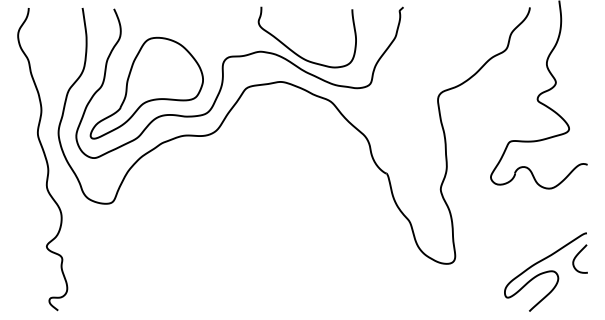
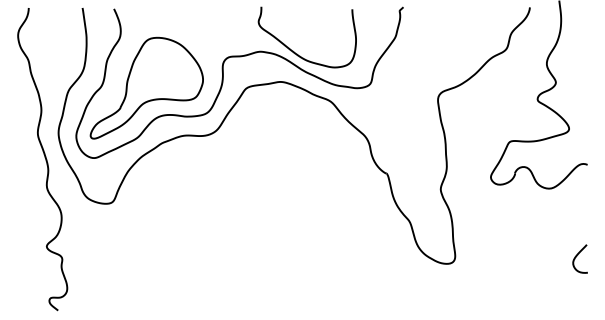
curve at (545, 271): present -> none
